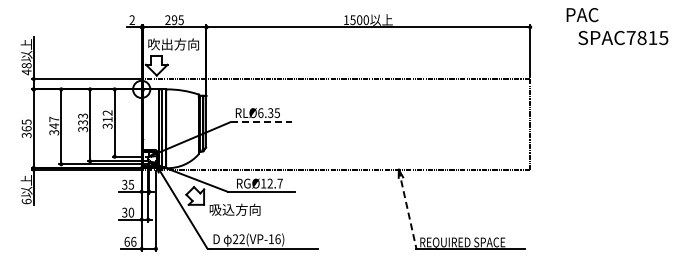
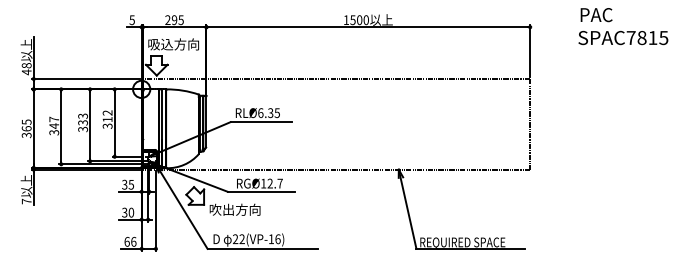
text at (582, 15) position: (582, 15) -> (596, 15)
text at (131, 20): 2 -> 5
text at (160, 44): 吹出方向 -> 吸込方向
line at (261, 122): dashed -> solid
text at (26, 201): 6 -> 7
text at (222, 209): 吸込方向 -> 吹出方向
line at (407, 209): dashed -> solid
